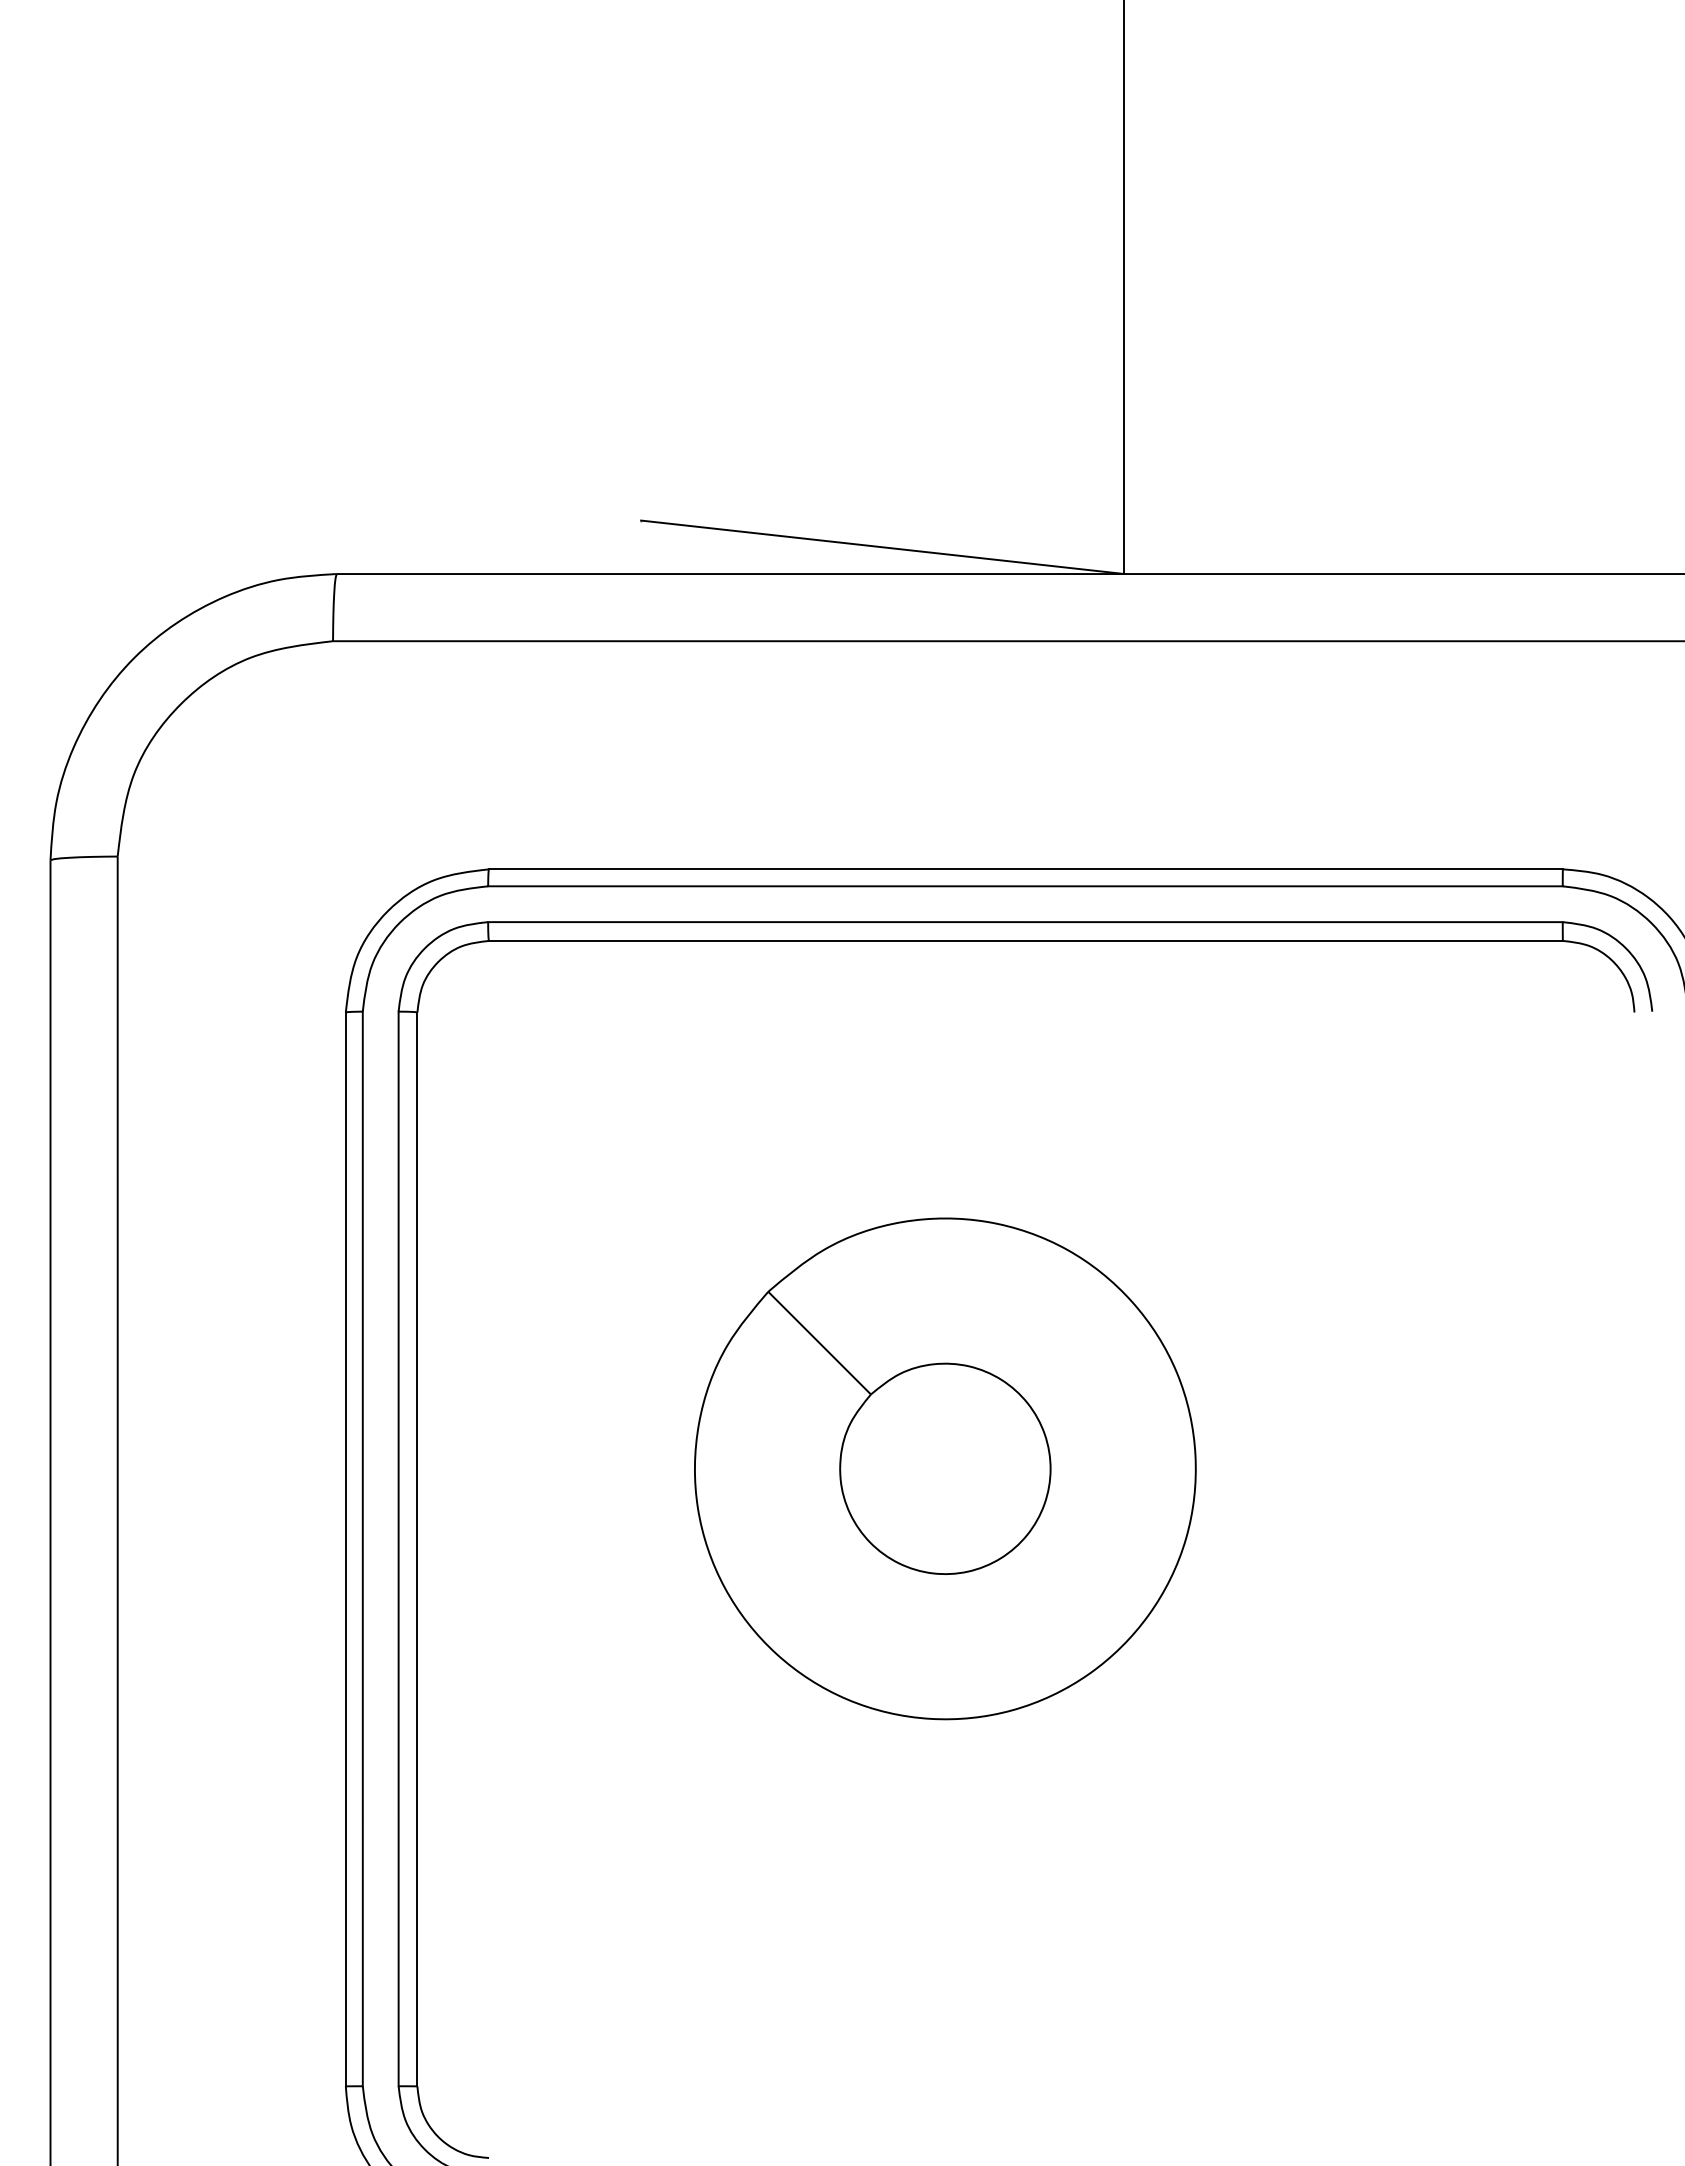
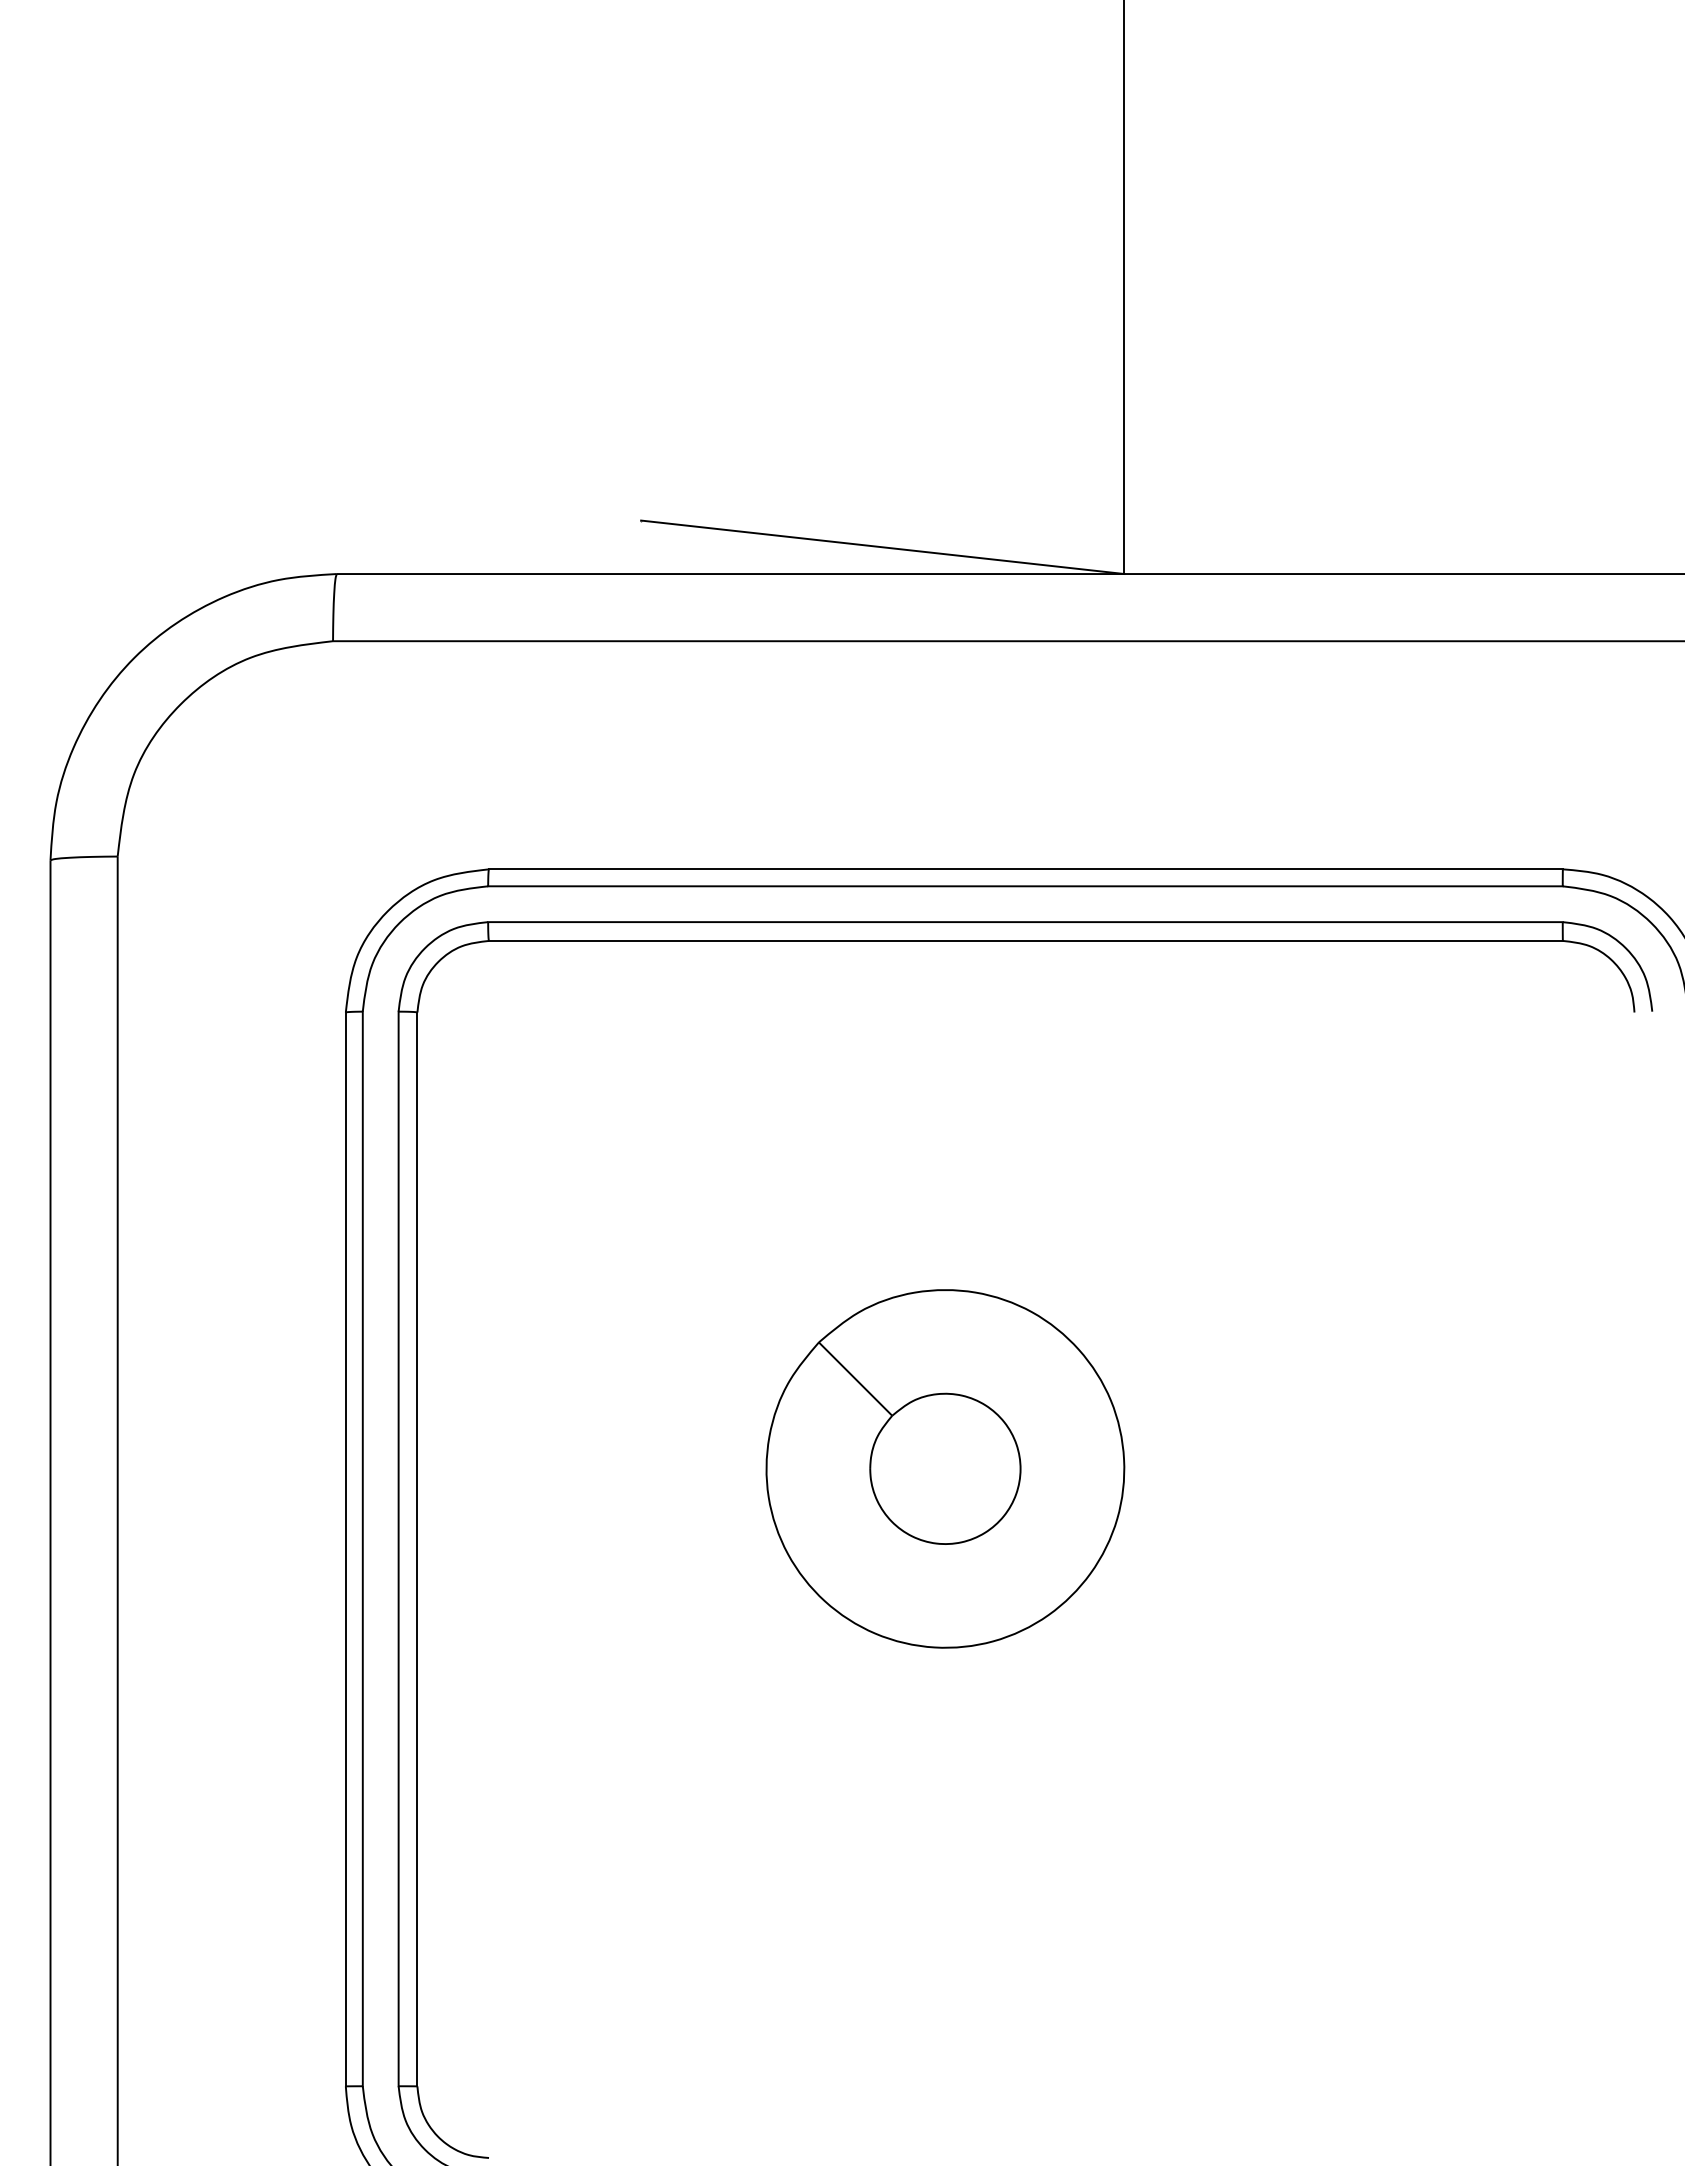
part at (945, 1468) size: 503x504 px -> 361x360 px
